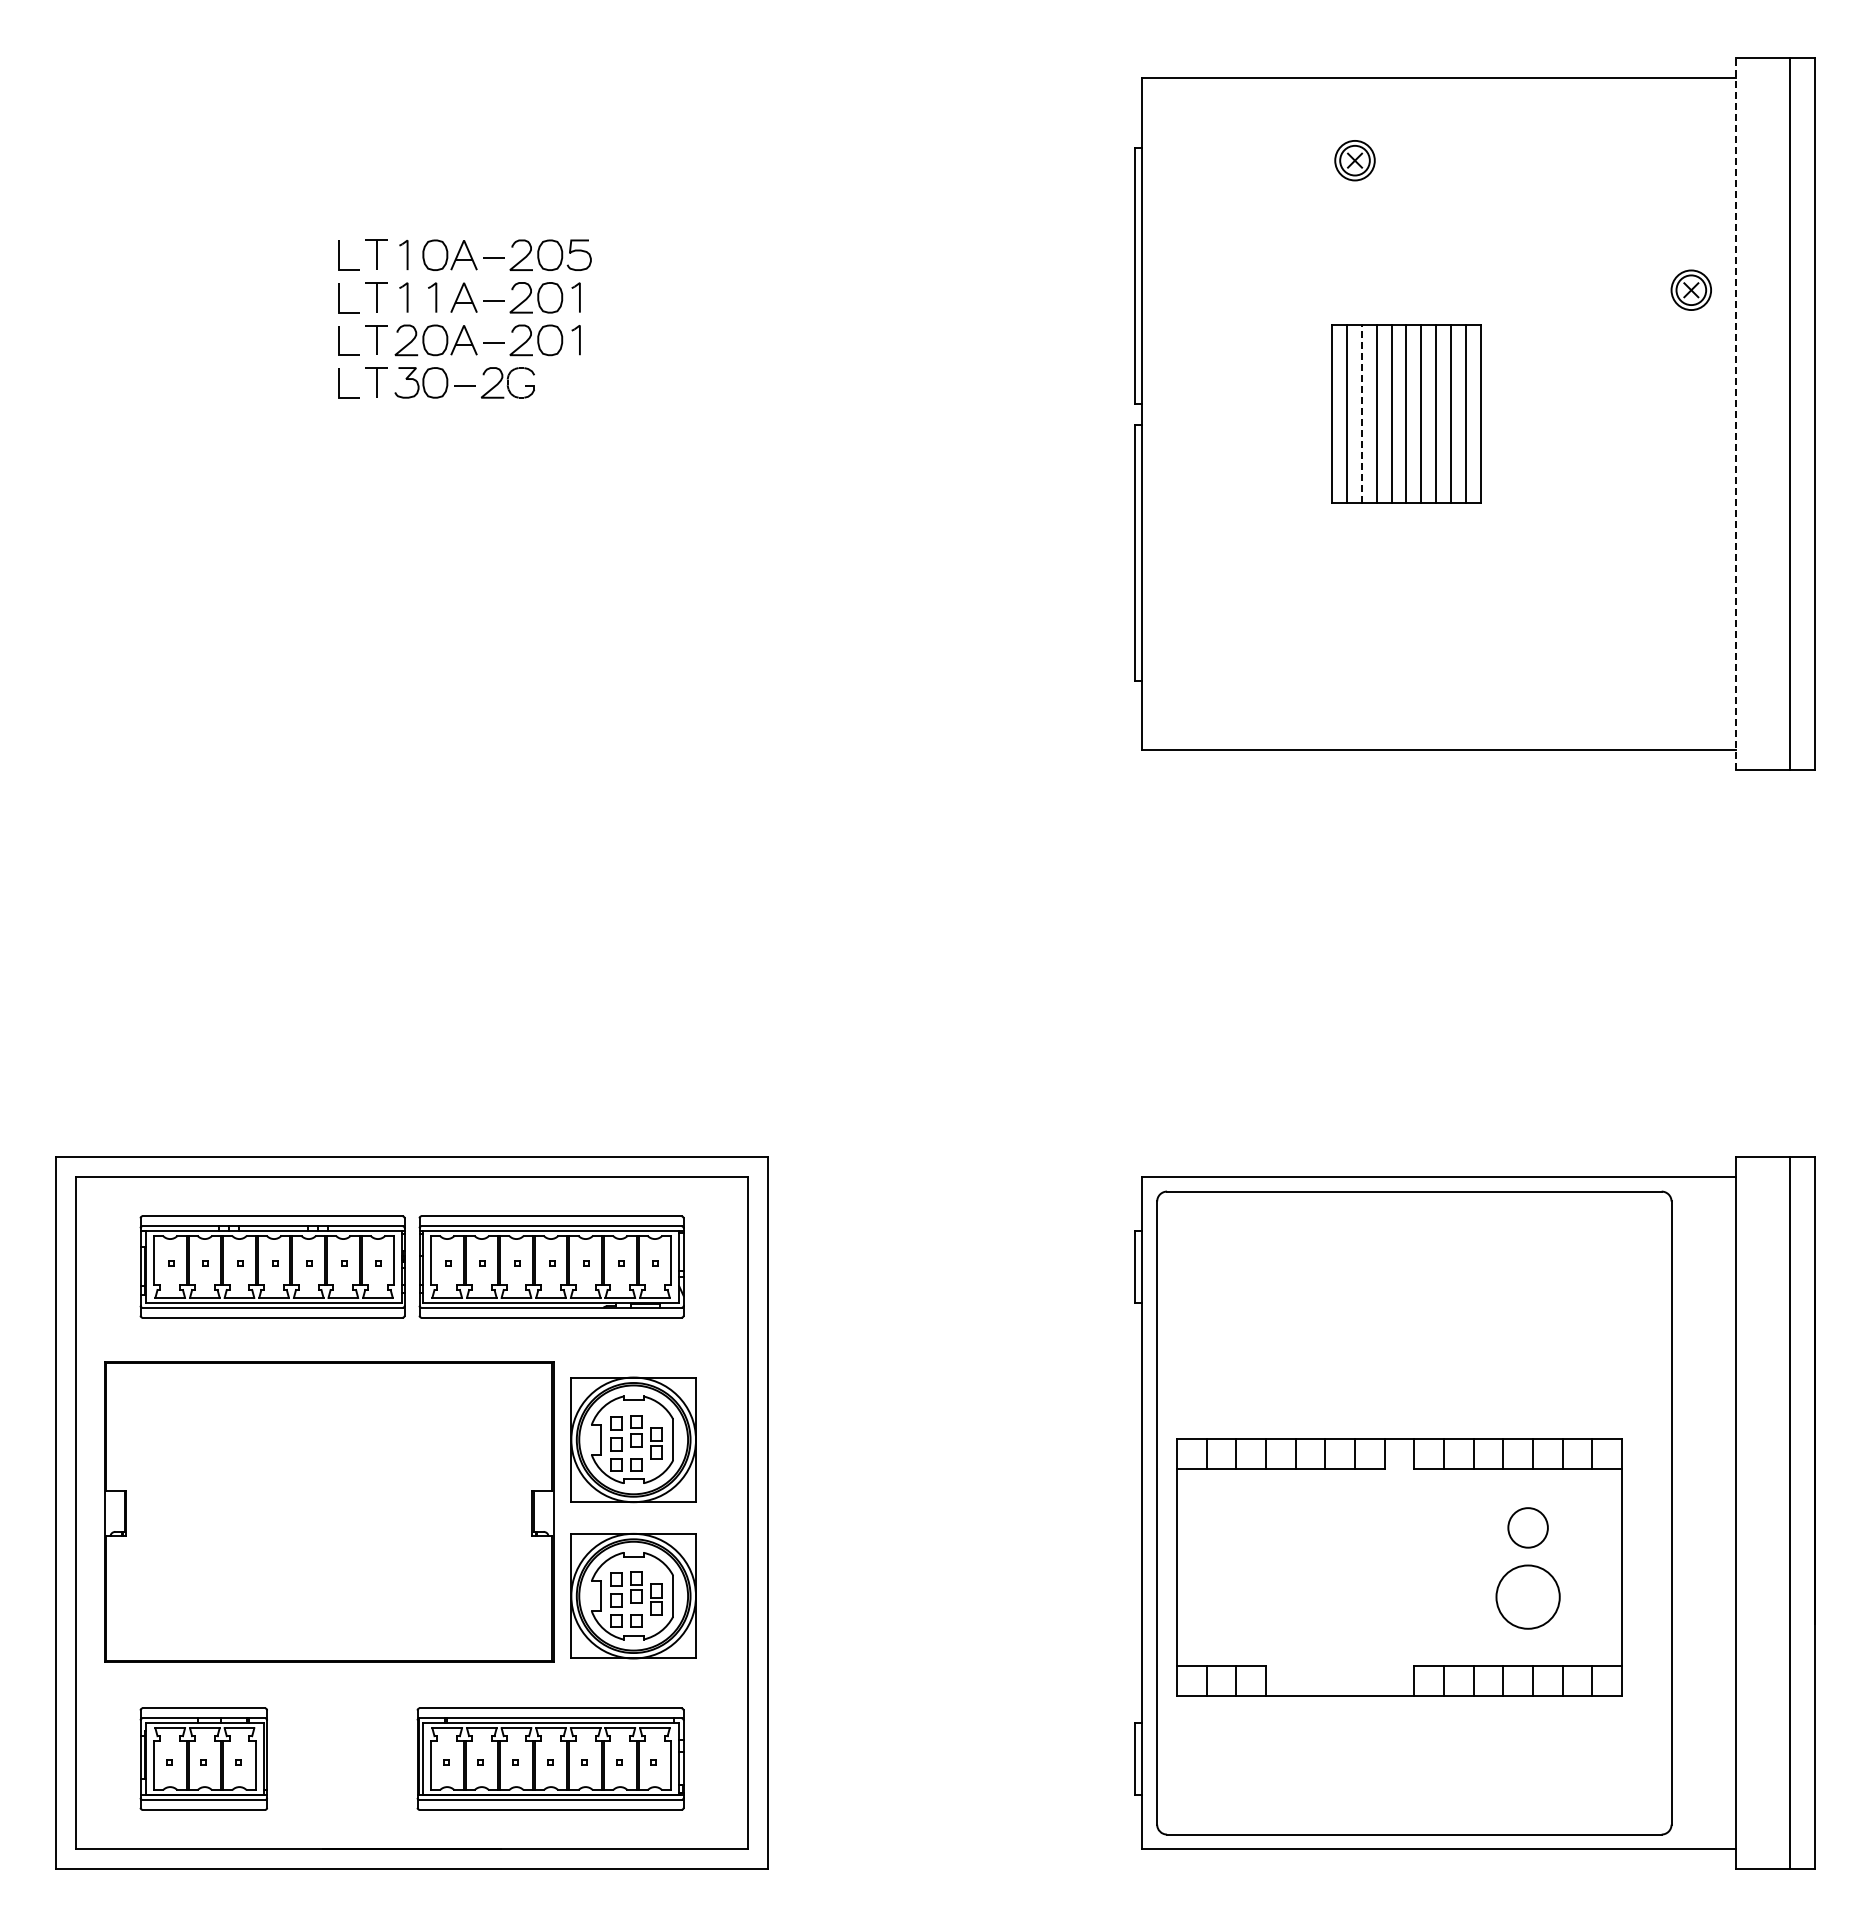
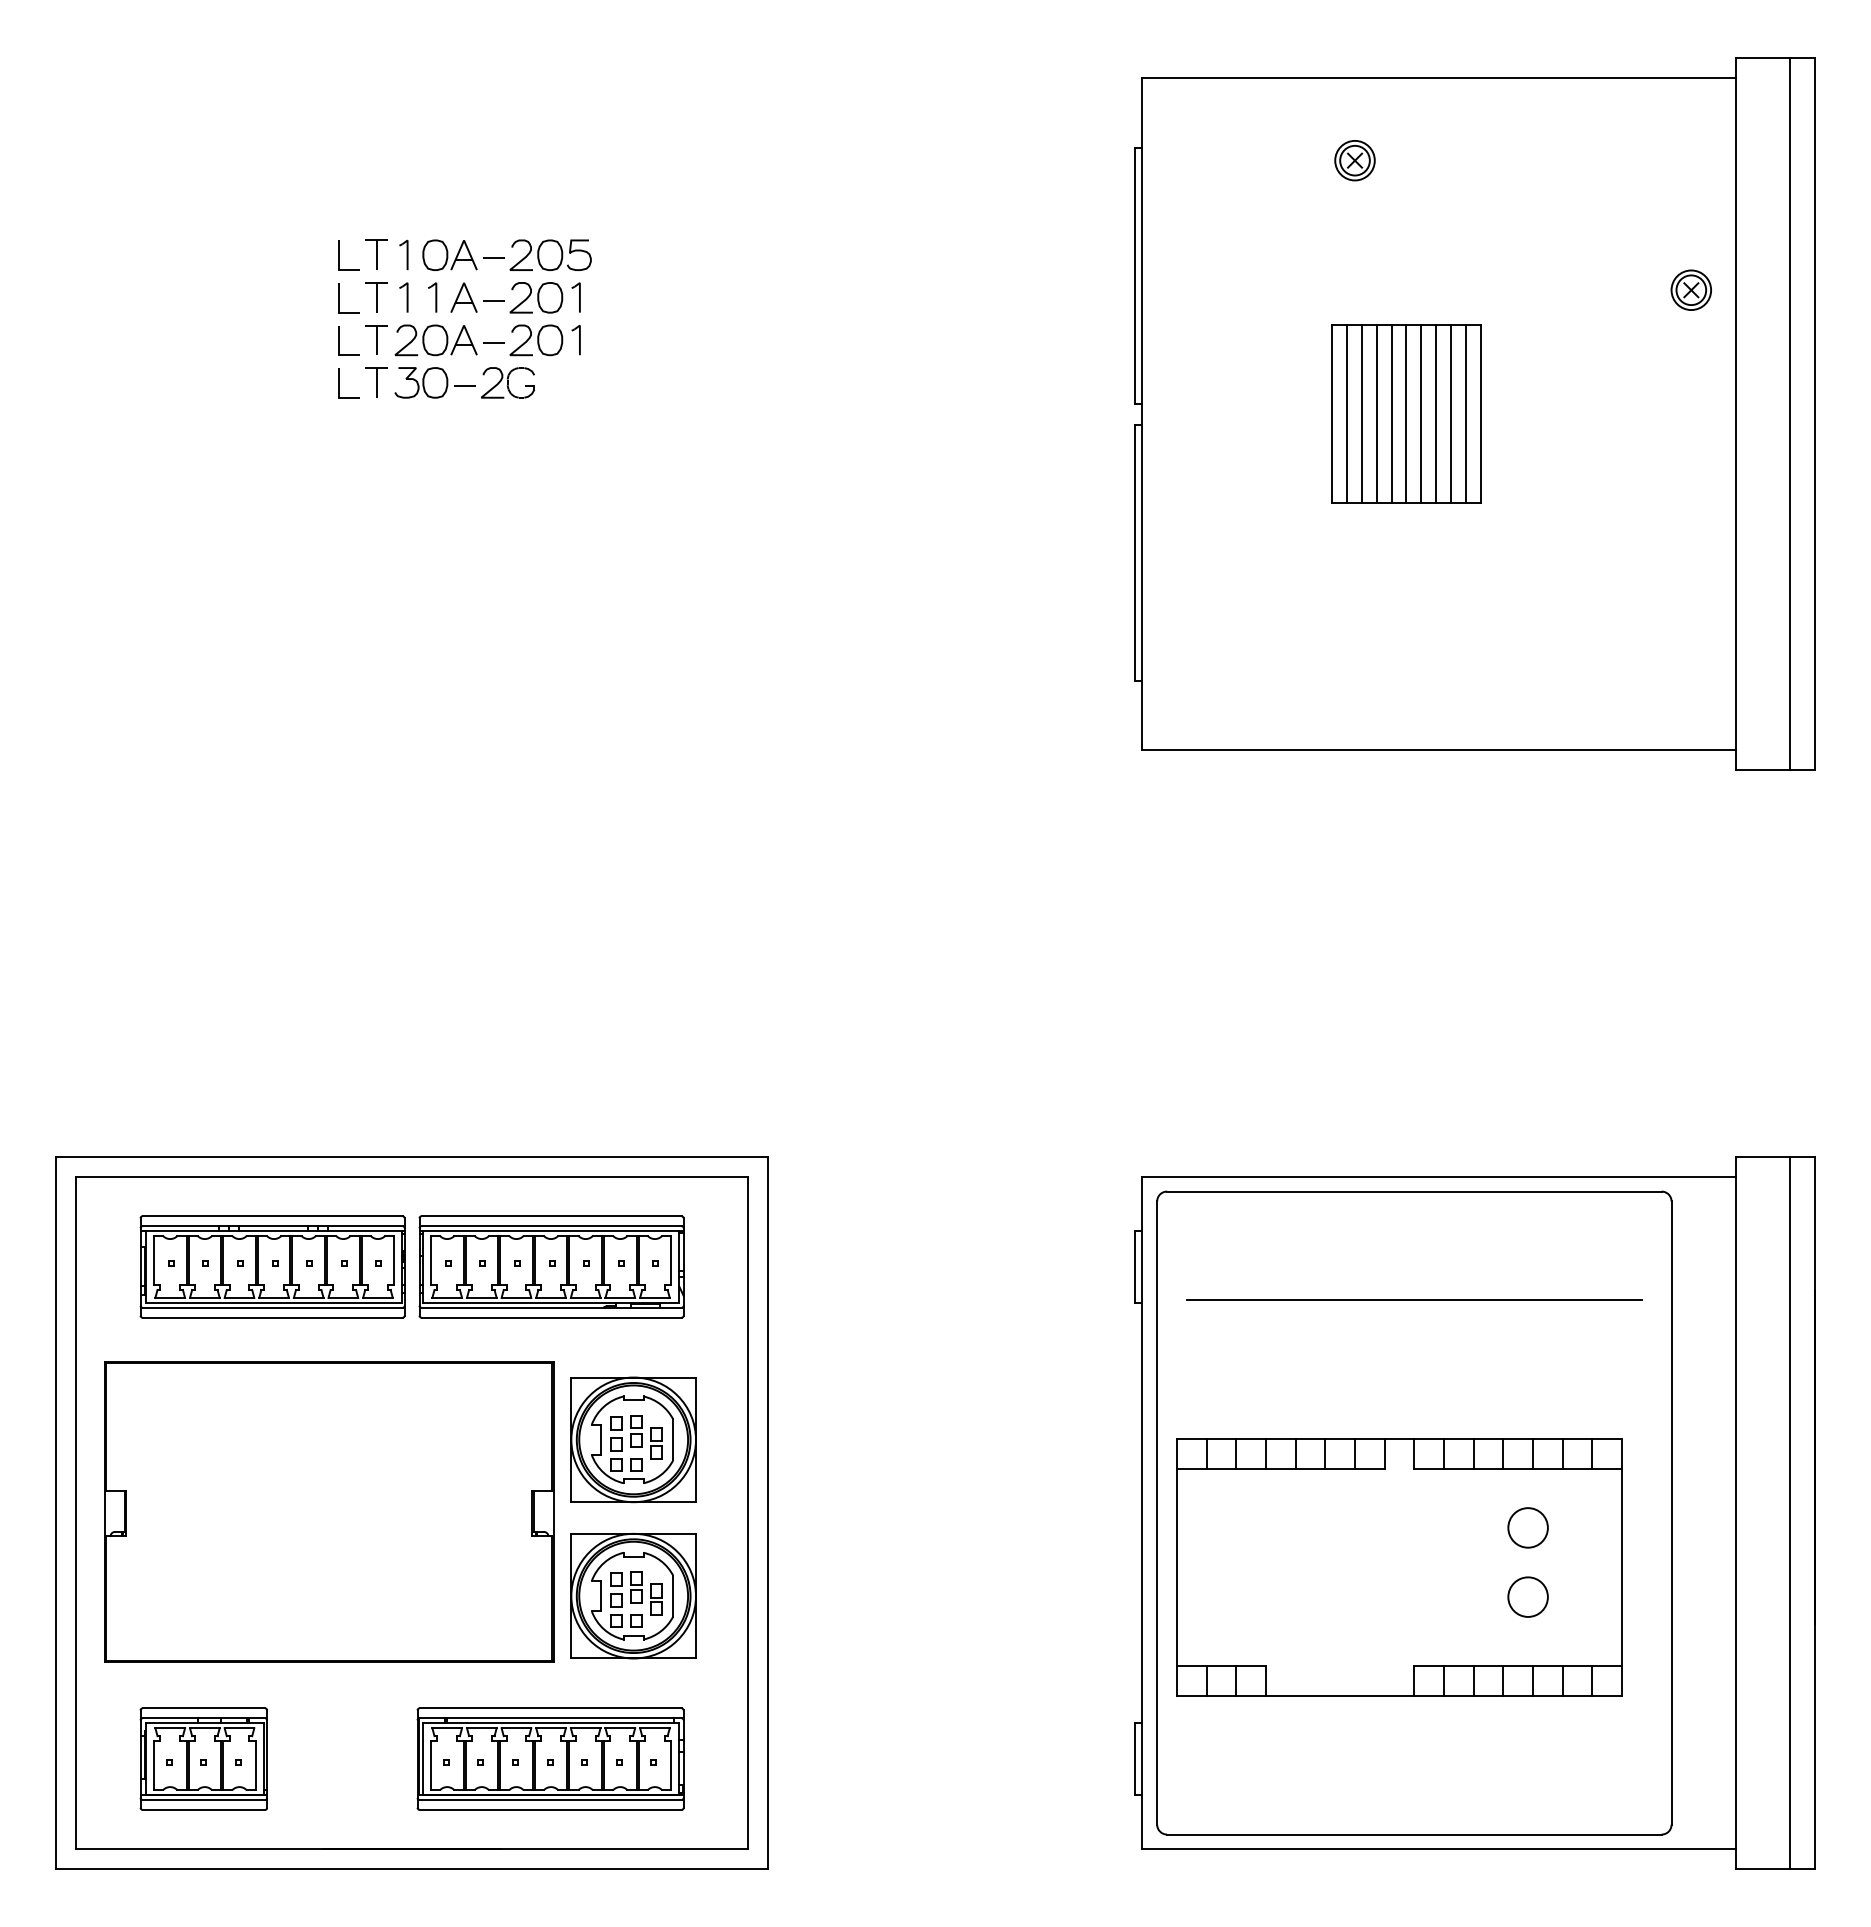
line at (1361, 413): dashed -> solid
line at (1735, 413): dashed -> solid
line at (1413, 1300): none -> present
circle at (1527, 1596) diameter: 63 px -> 40 px
